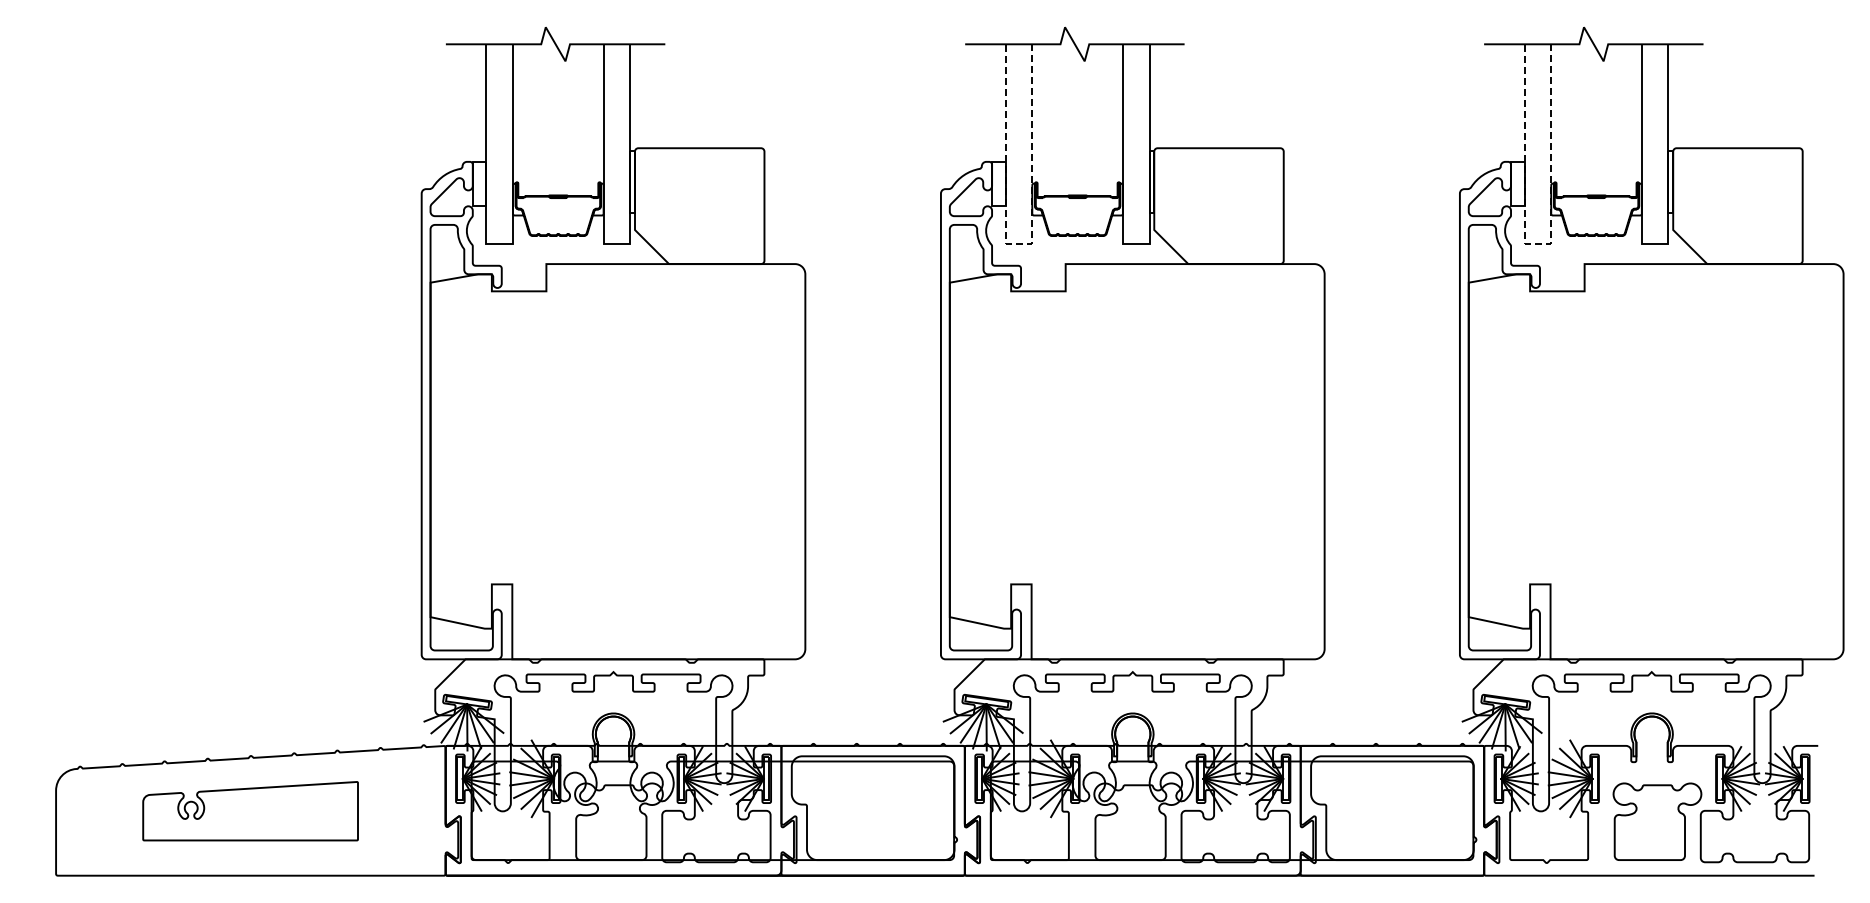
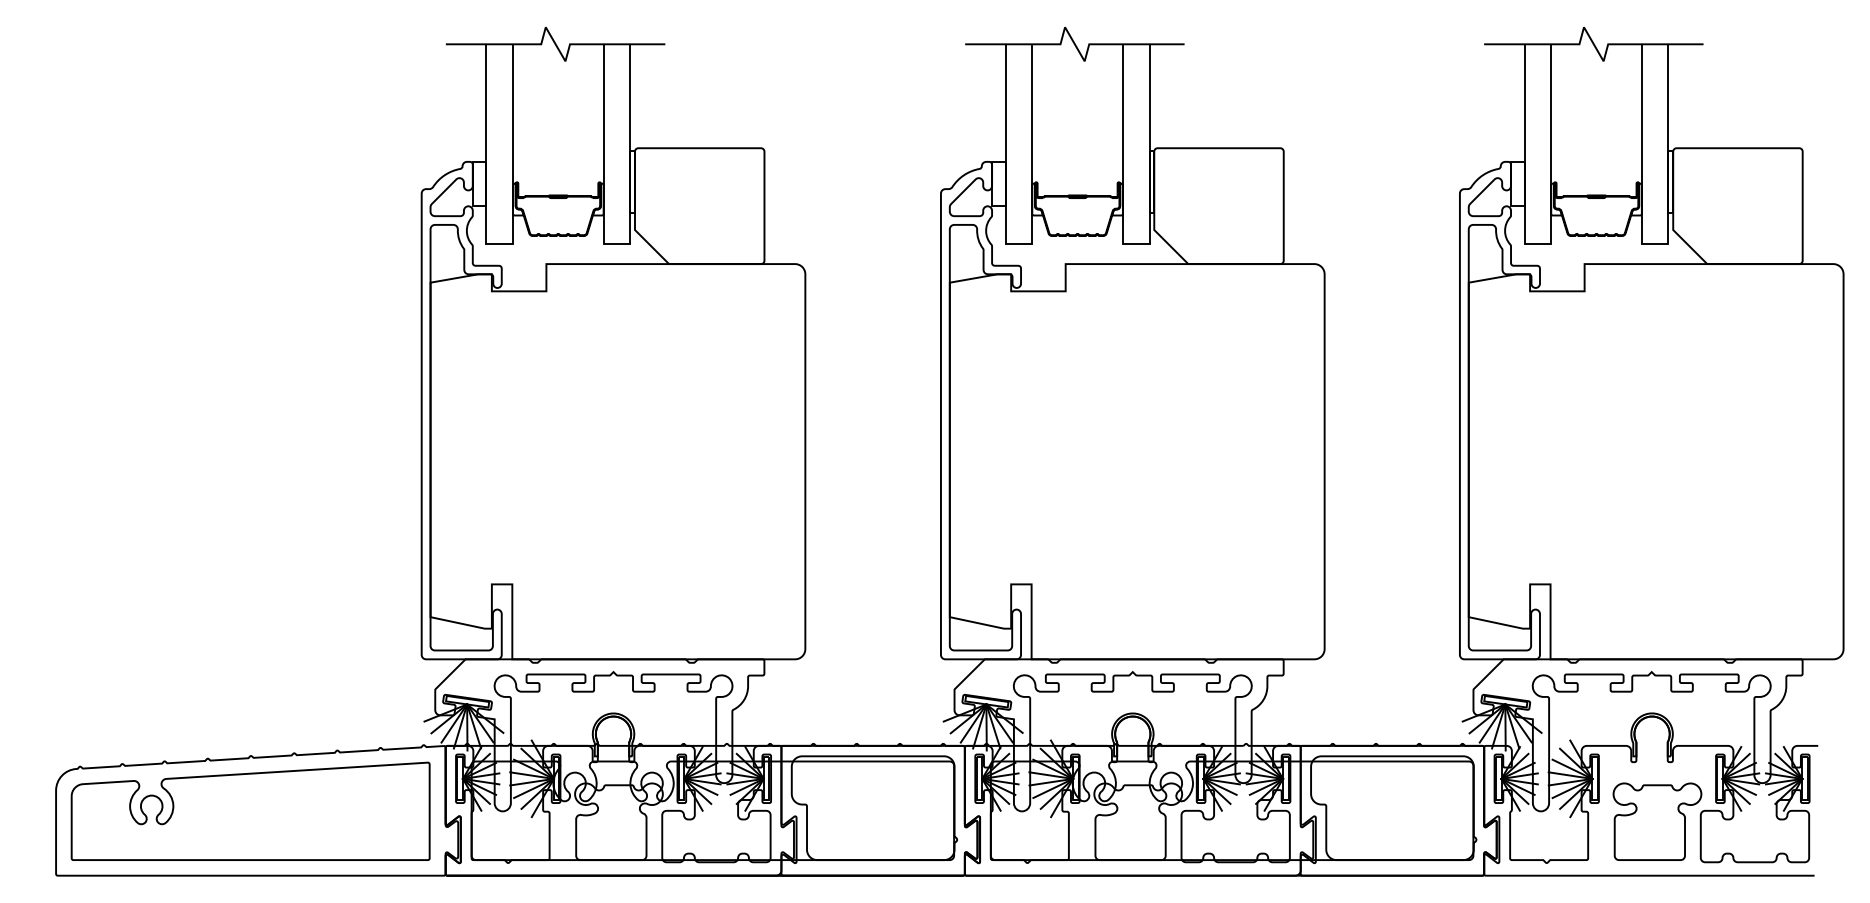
line at (1018, 243): dashed -> solid
line at (1537, 243): dashed -> solid
part at (250, 811) size: 217x61 px -> 361x100 px
